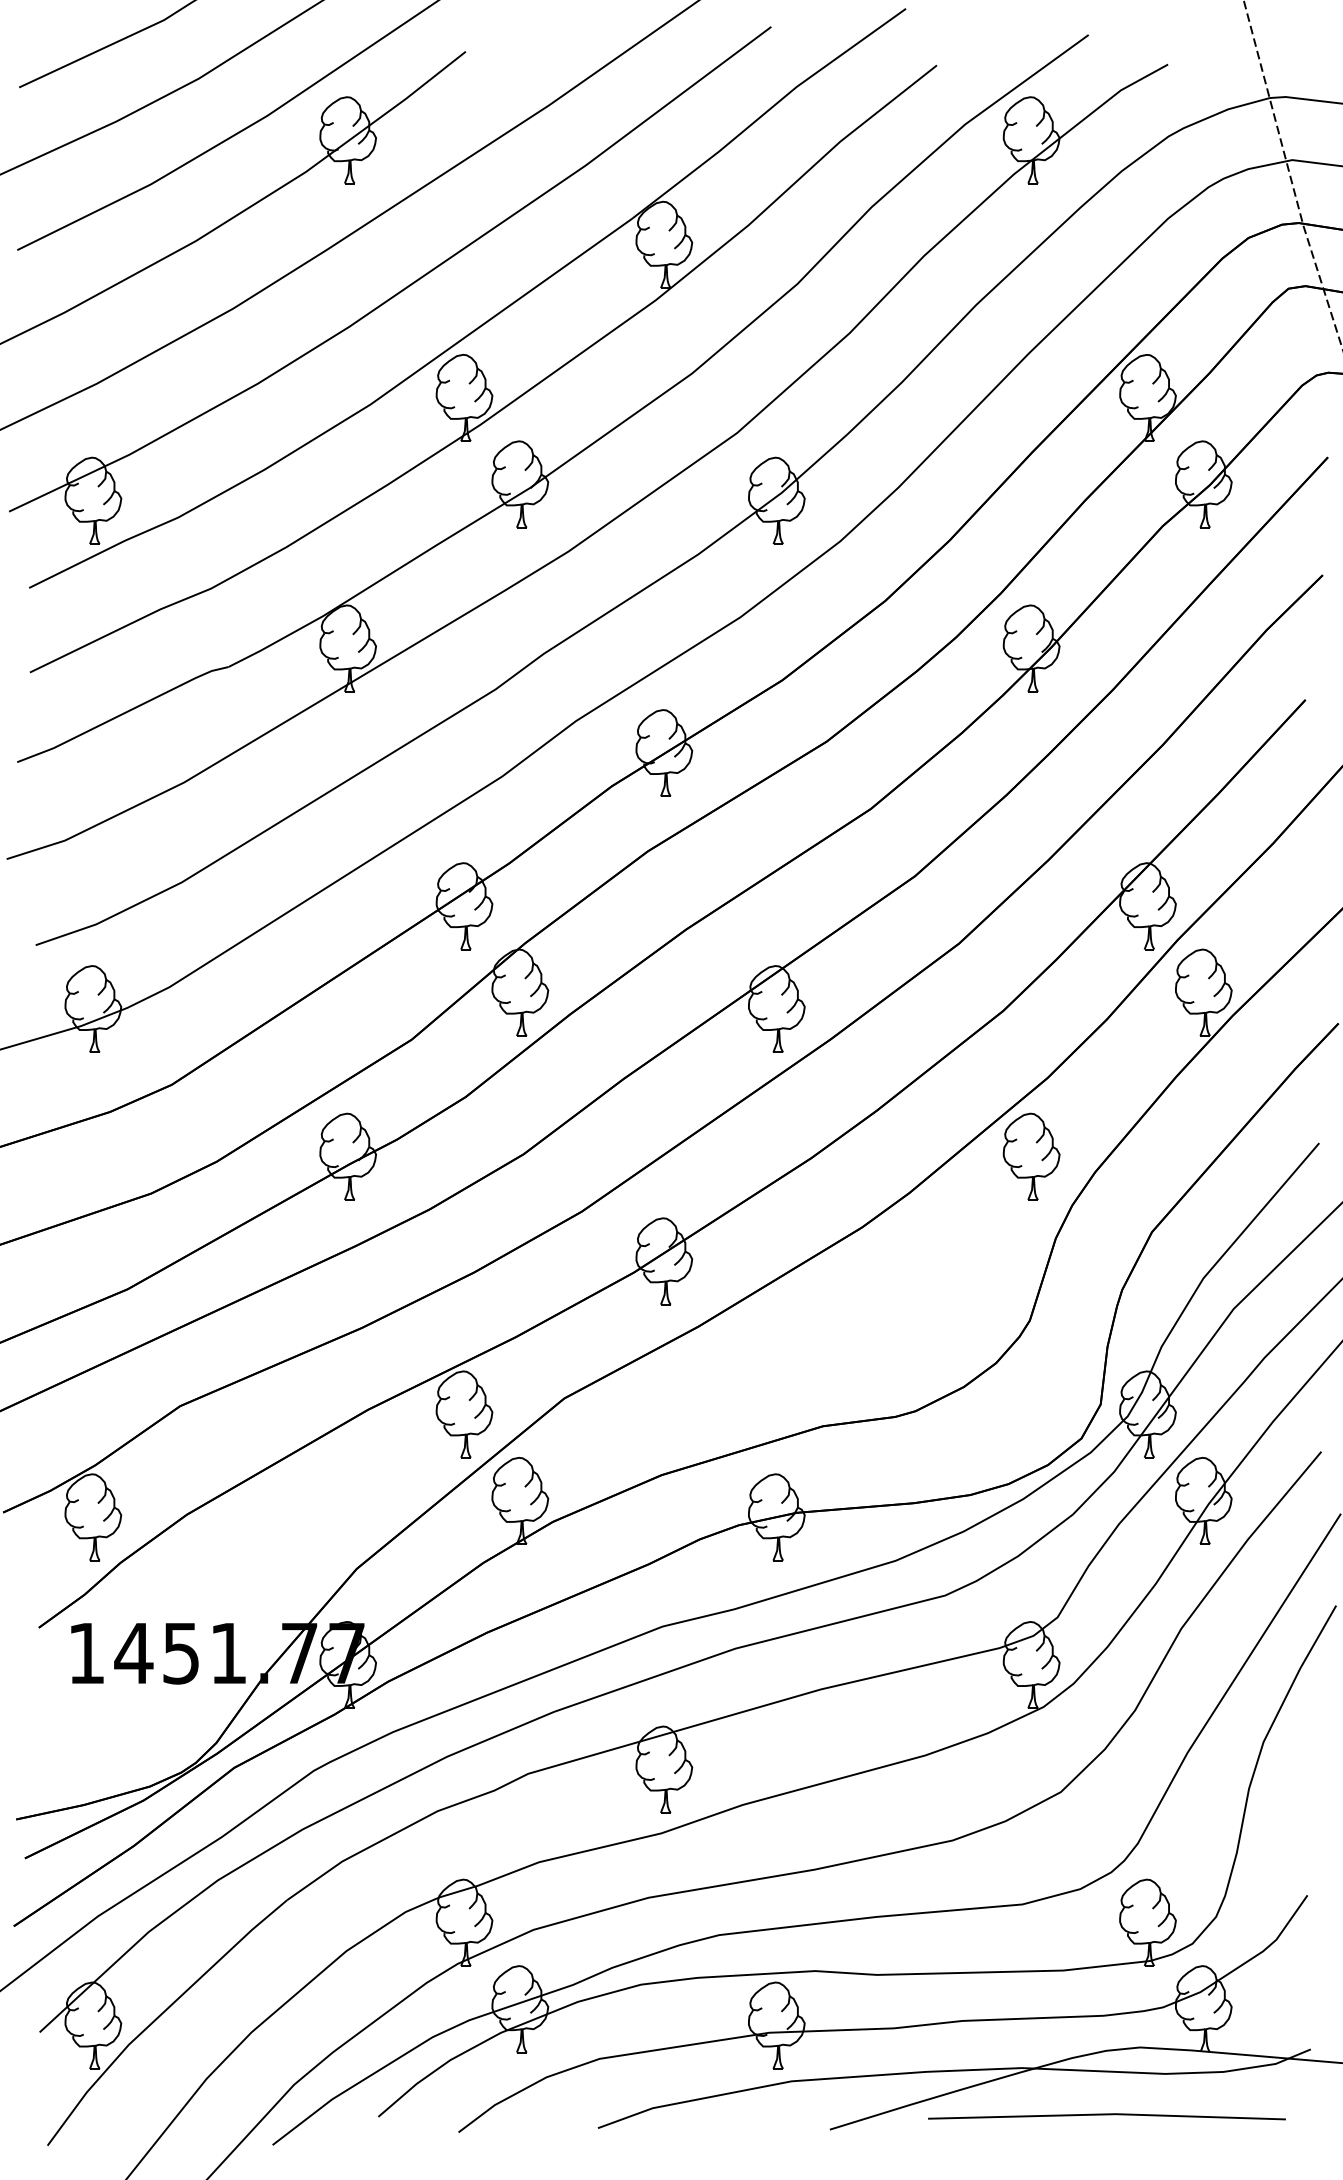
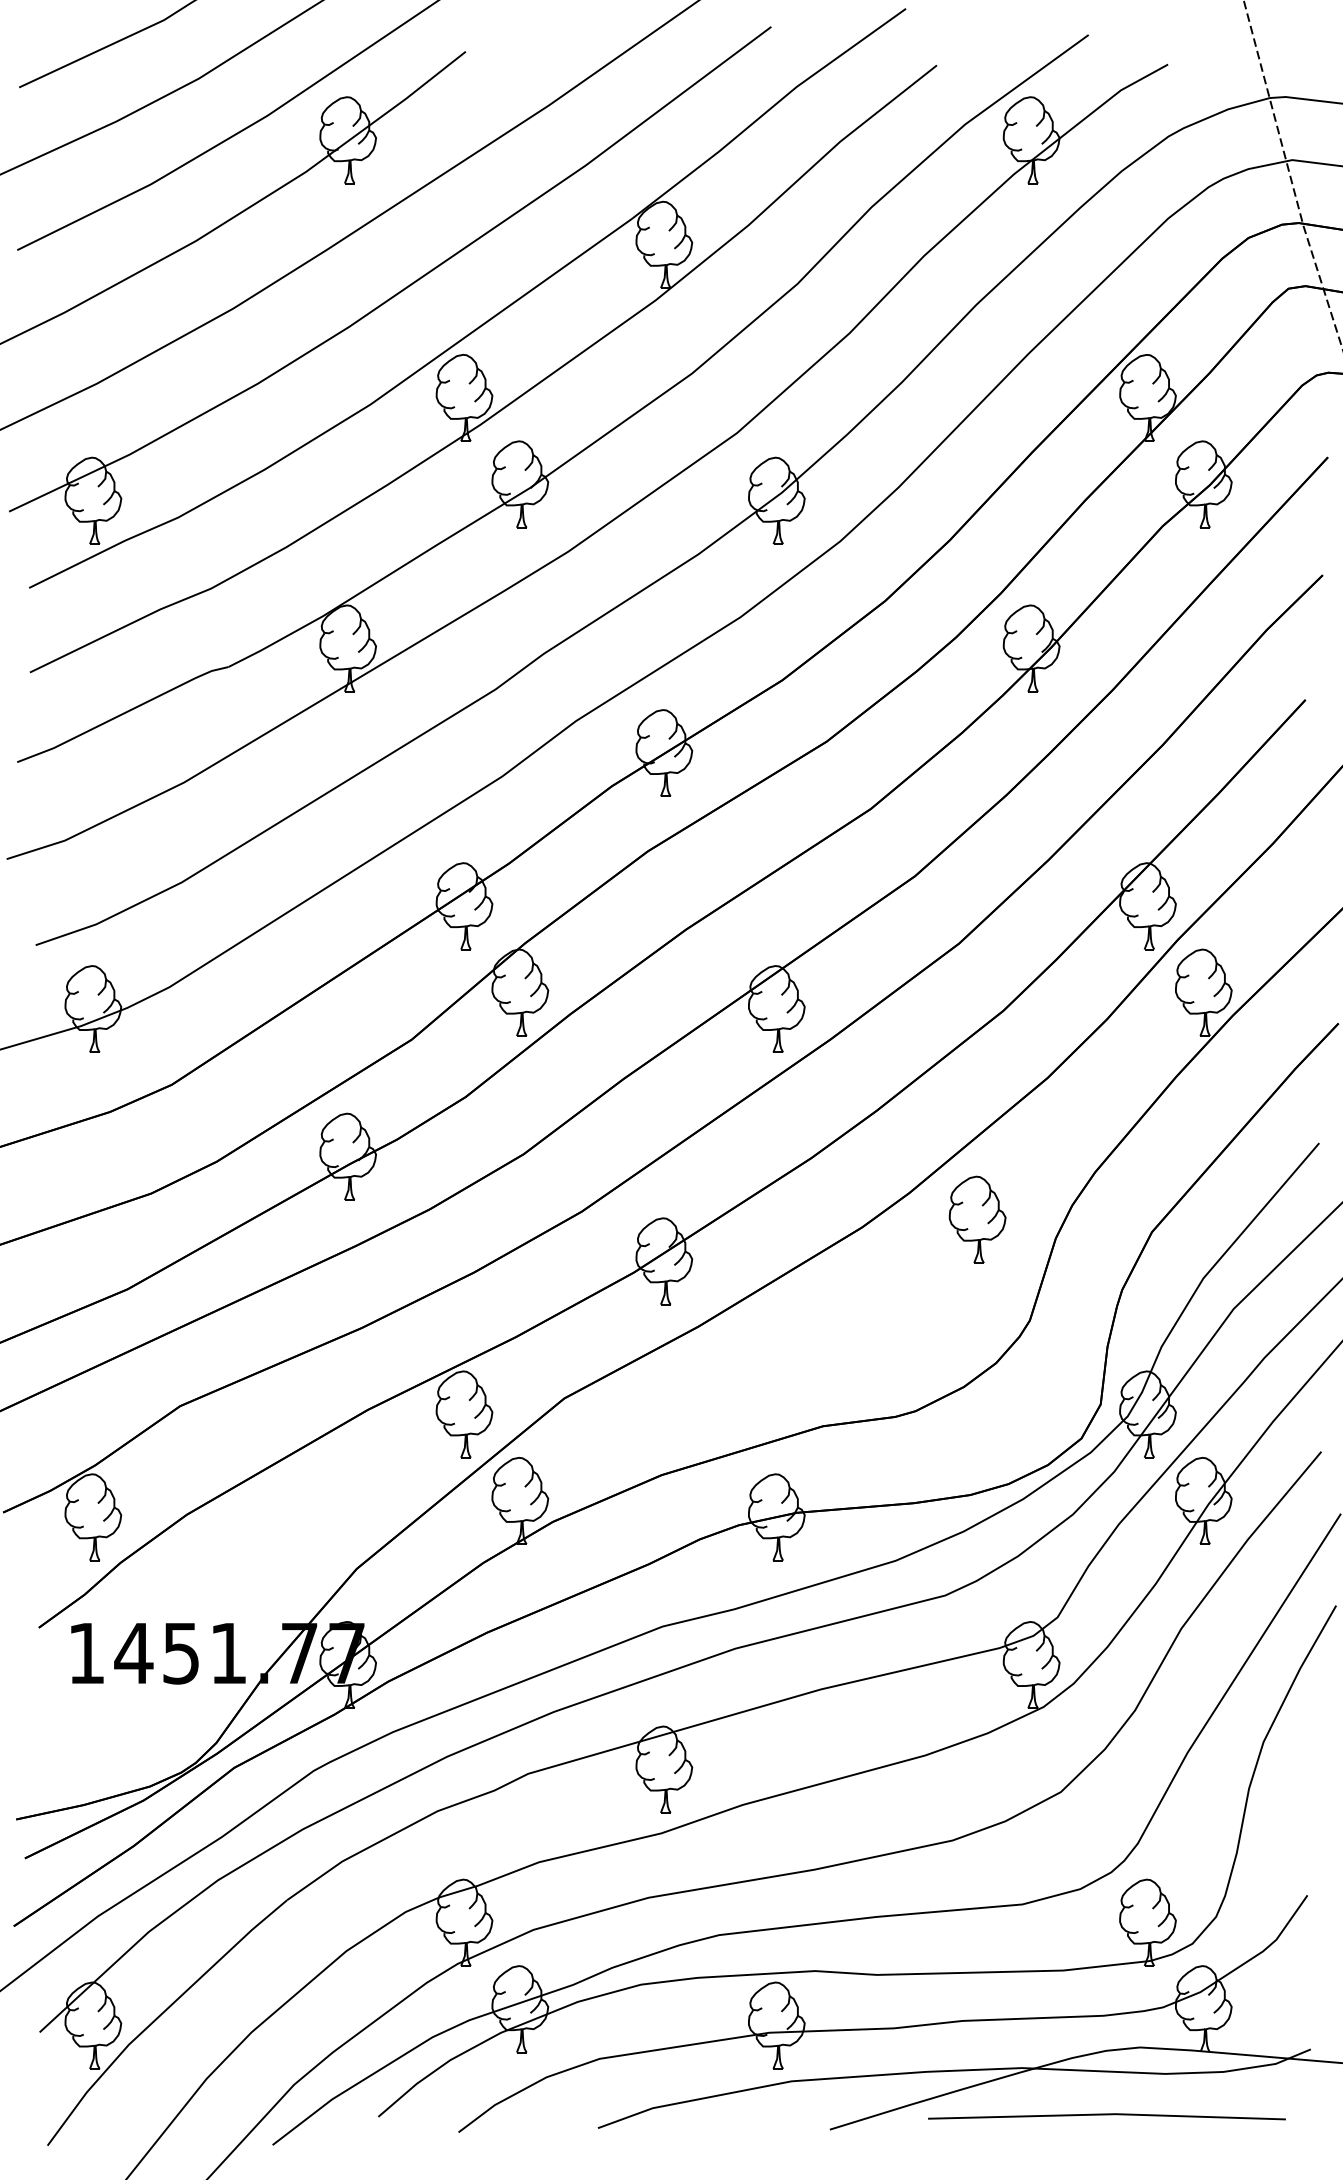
part at (1031, 1156) position: (1031, 1156) -> (977, 1219)
